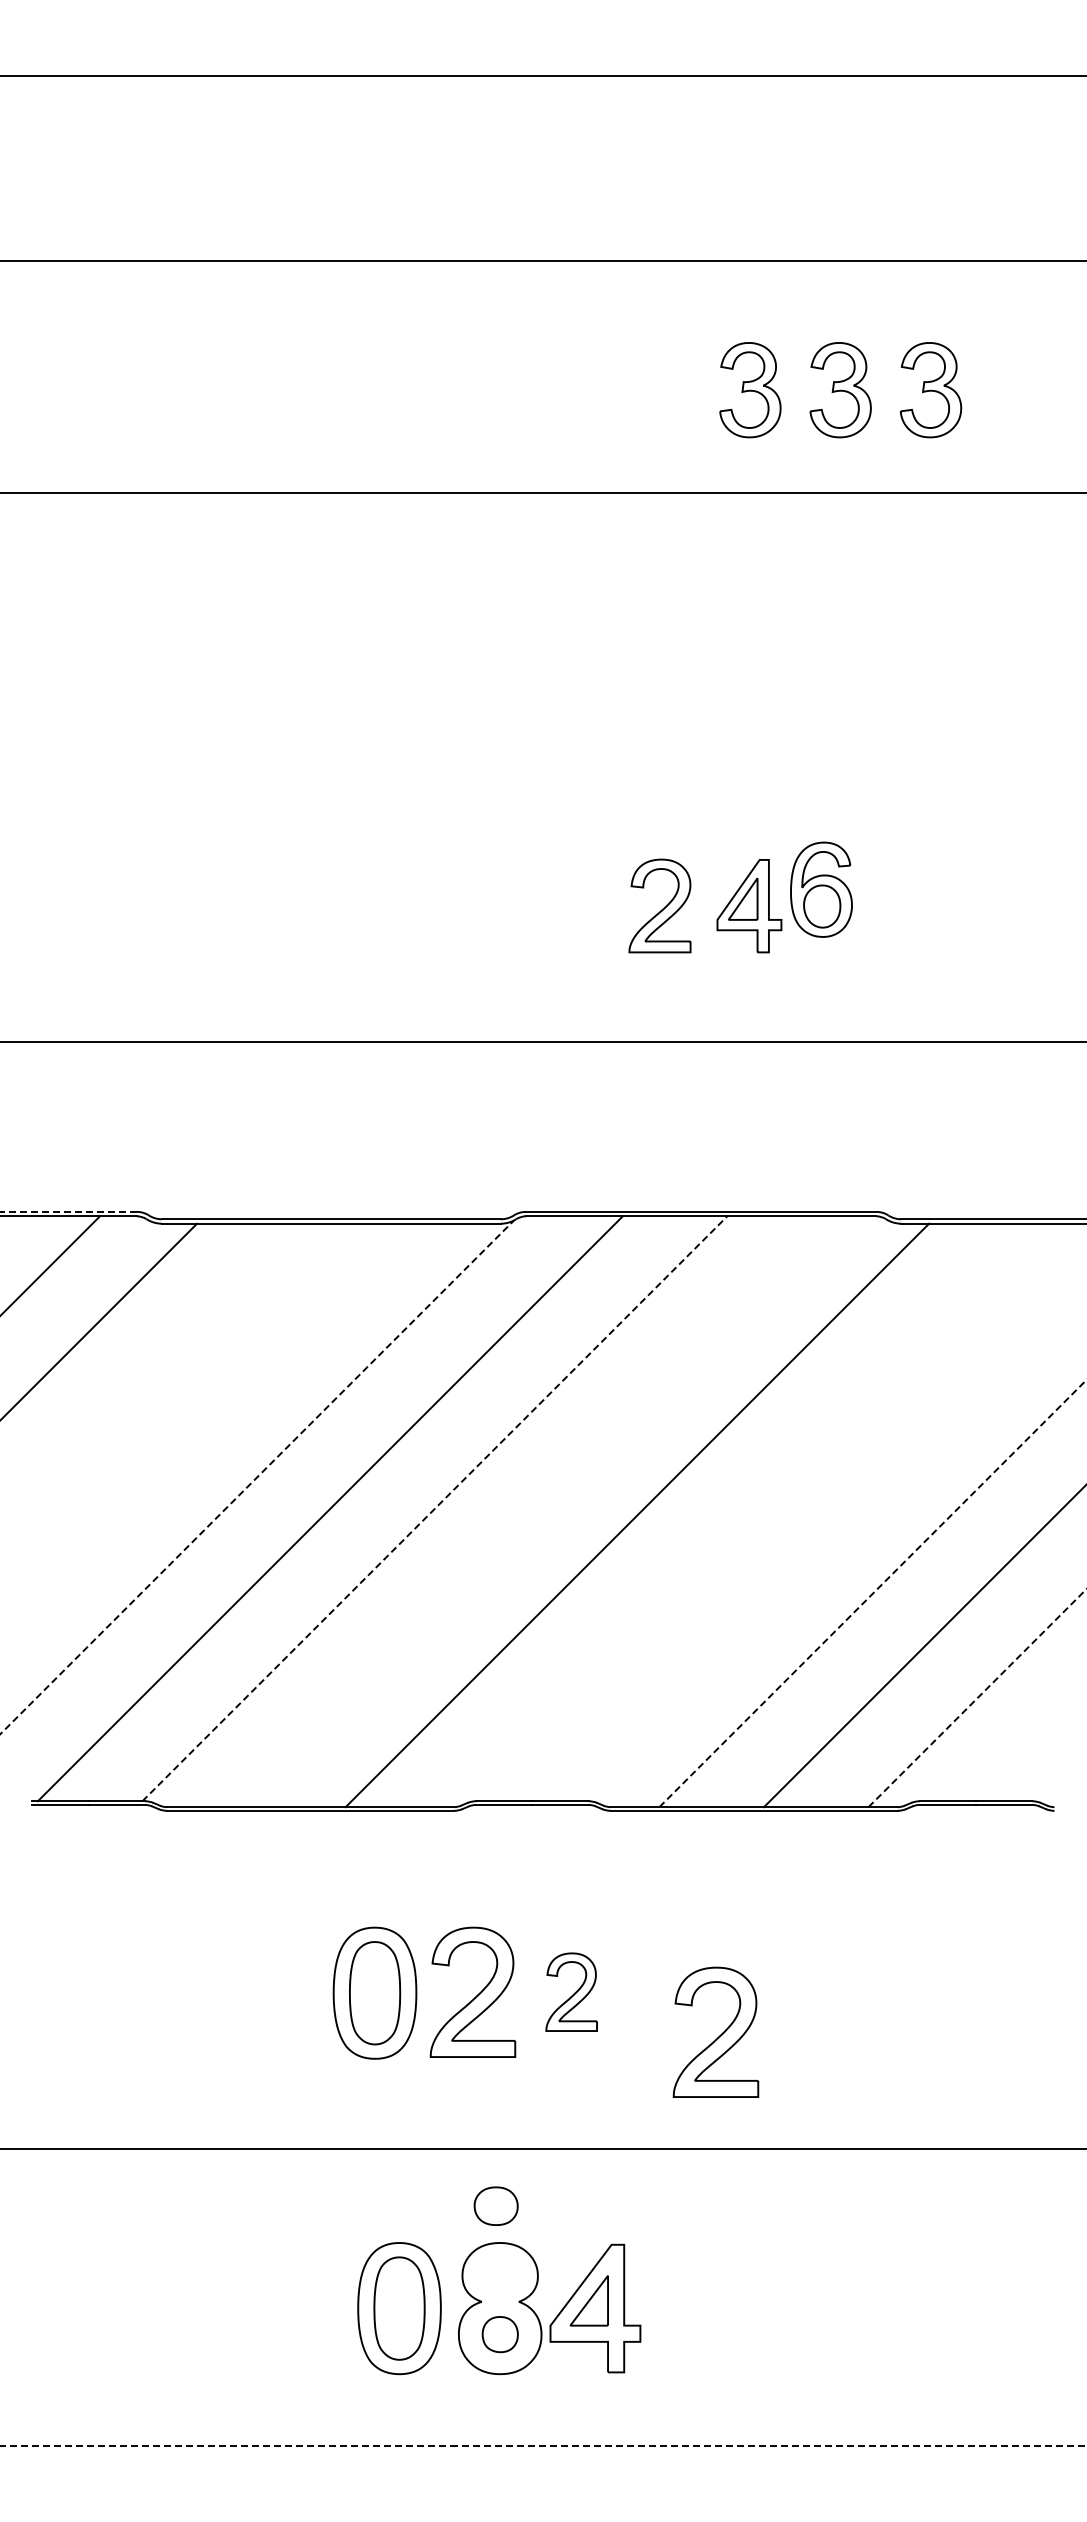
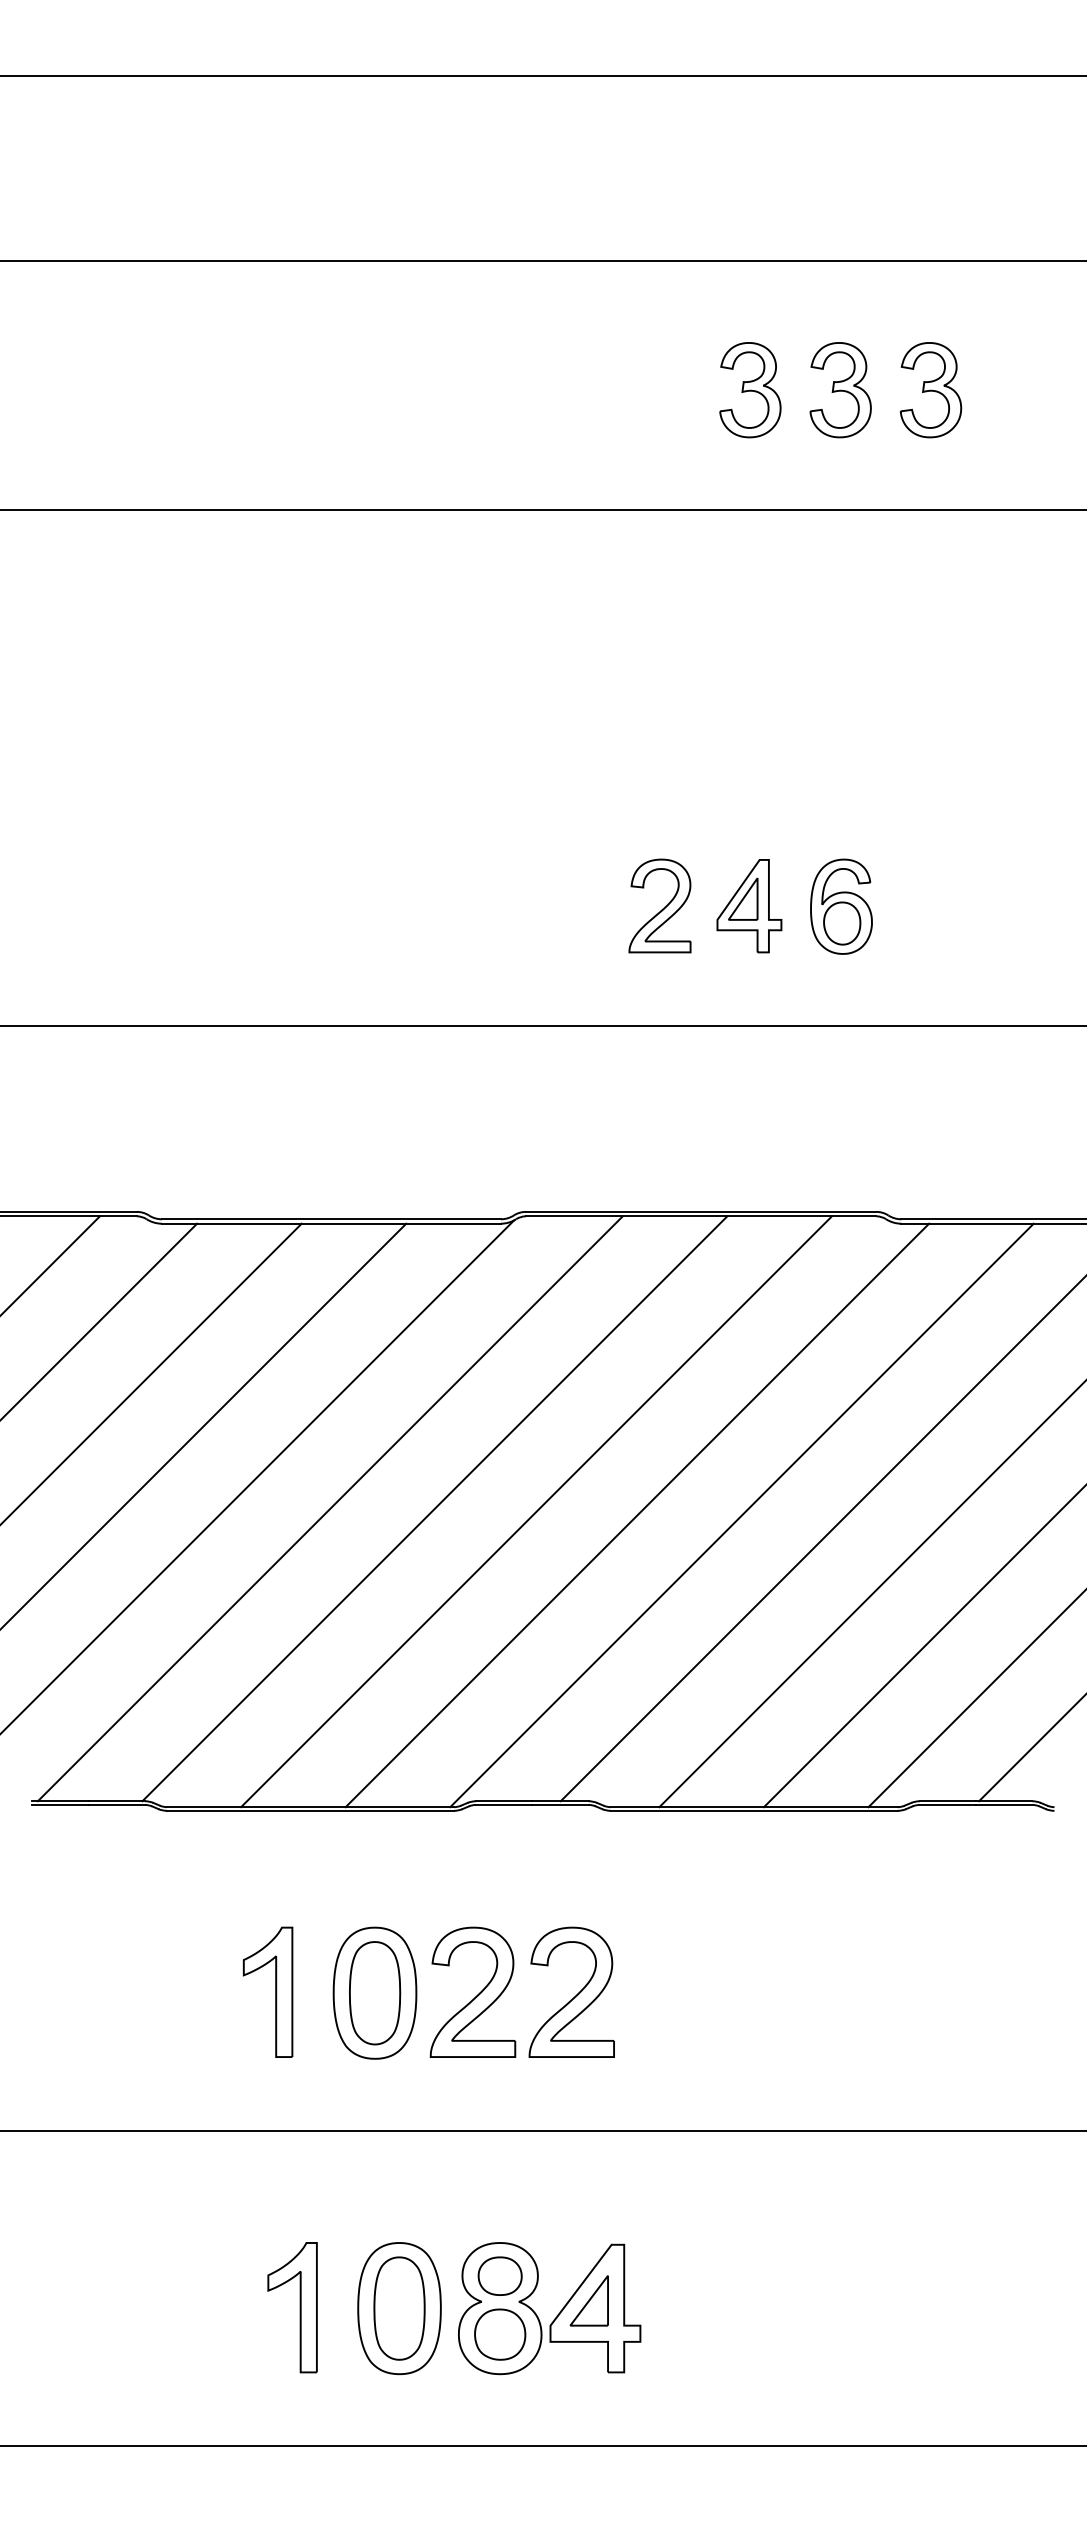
line at (542, 492) position: (542, 492) -> (542, 509)
part at (821, 889) position: (821, 889) -> (841, 906)
line at (542, 1042) position: (542, 1042) -> (542, 1026)
line at (68, 1211): dashed -> solid
line at (151, 1372): none -> present
line at (204, 1425): none -> present
line at (257, 1477): dashed -> solid
line at (434, 1508): dashed -> solid
line at (536, 1511): none -> present
line at (741, 1515): none -> present
line at (821, 1539): none -> present
line at (873, 1593): dashed -> solid
line at (978, 1697): dashed -> solid
line at (1031, 1748): none -> present
part at (275, 1991): none -> present
part at (571, 1991) size: 53x80 px -> 87x132 px
part at (715, 2031): present -> none
line at (542, 2149) position: (542, 2149) -> (542, 2131)
part at (495, 2205) position: (495, 2205) -> (499, 2275)
part at (299, 2307): none -> present
part at (499, 2334) size: 38x38 px -> 53x53 px
line at (544, 2446): dashed -> solid
